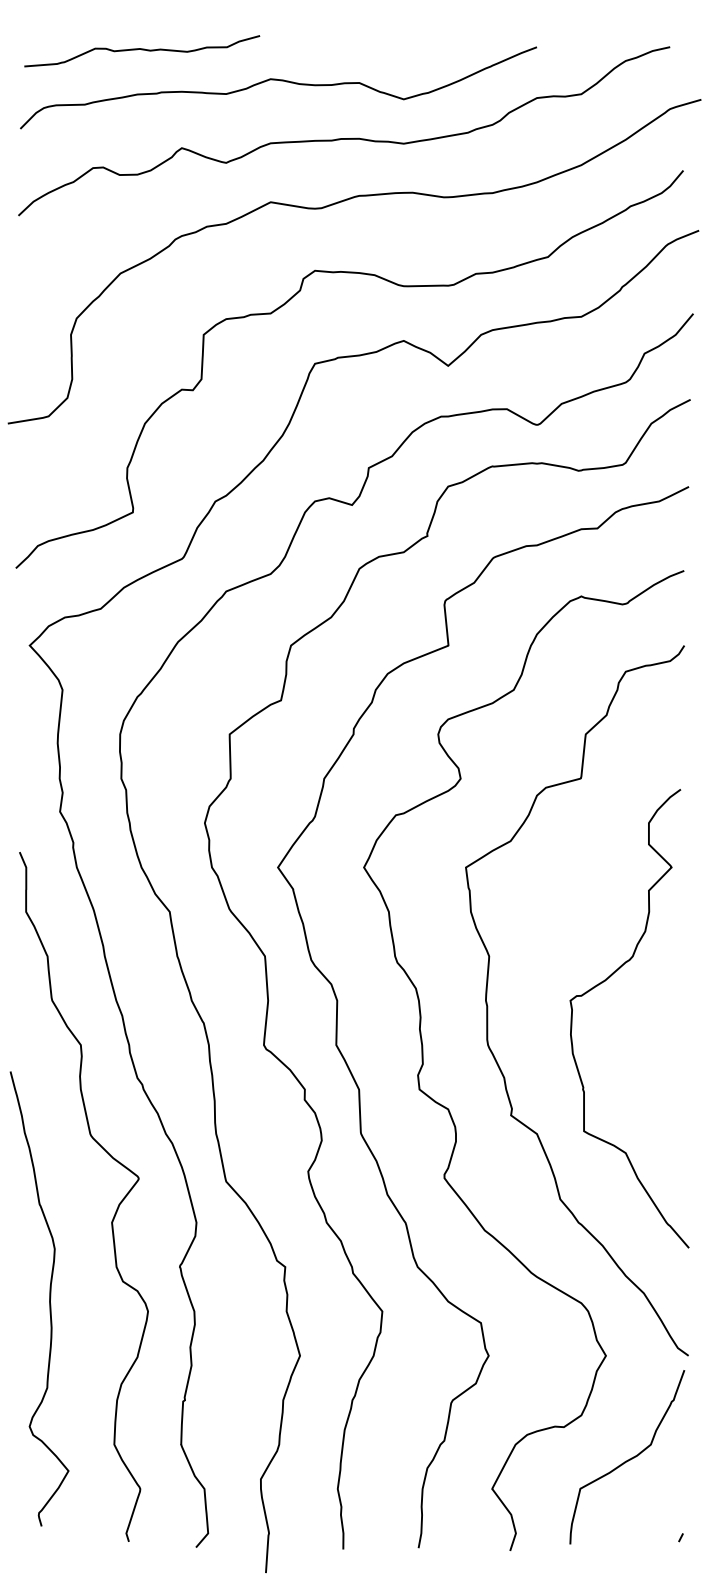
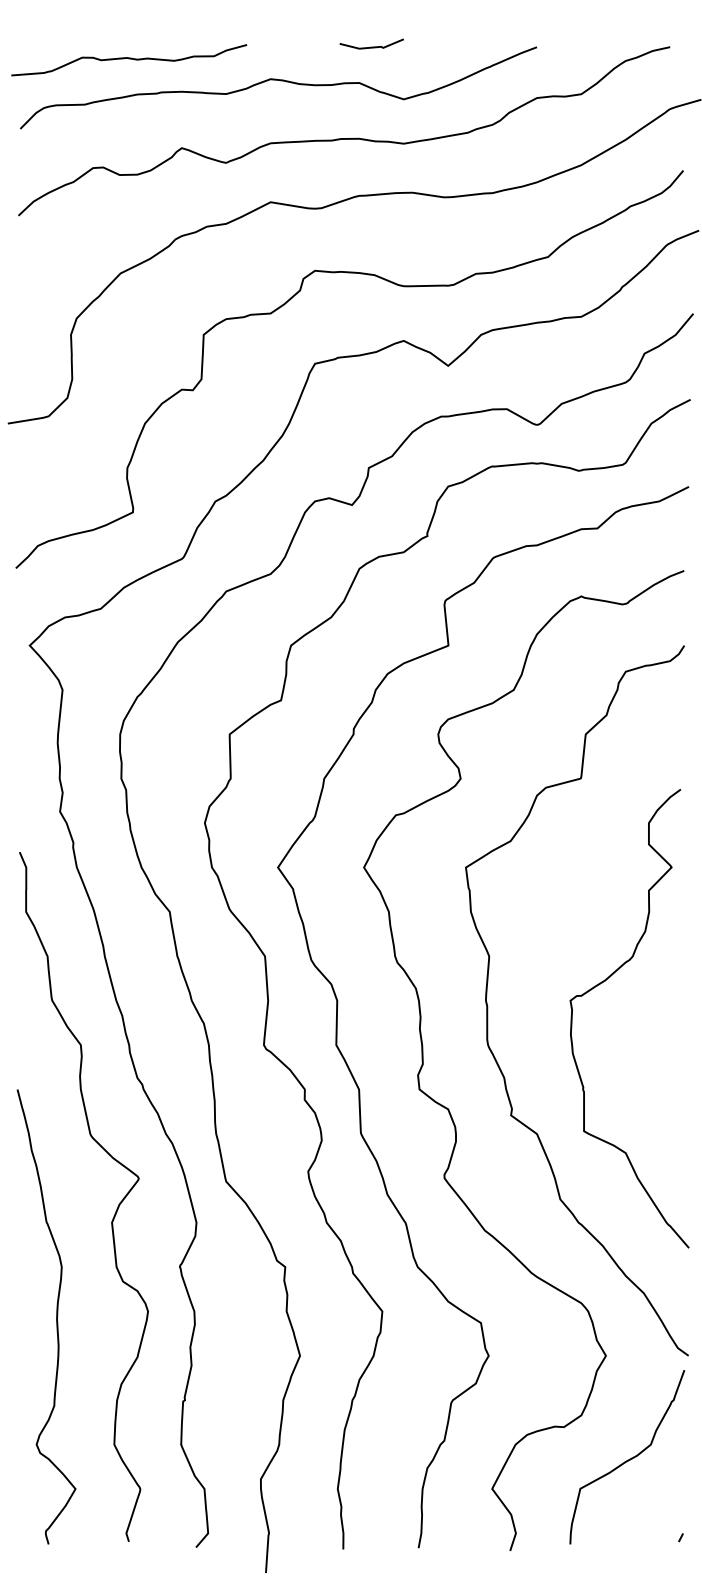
line at (371, 46): none -> present
curve at (142, 50) position: (142, 50) -> (129, 59)
curve at (49, 1298) position: (49, 1298) -> (56, 1316)
